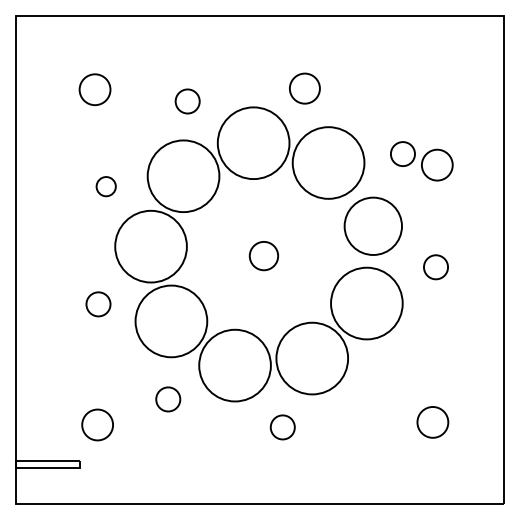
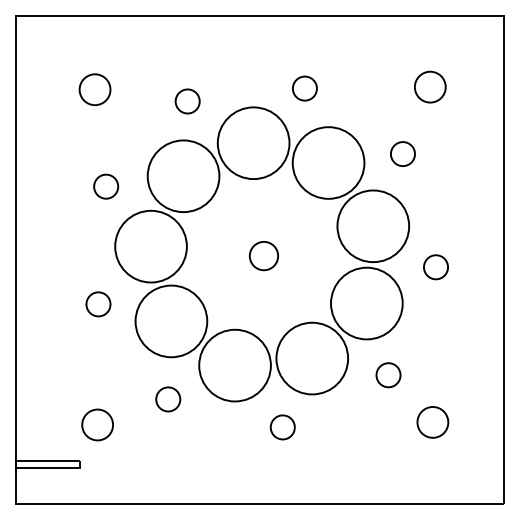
circle at (304, 88) size: 32x33 px -> 26x27 px
circle at (437, 164) position: (437, 164) -> (430, 86)
circle at (105, 186) size: 22x22 px -> 27x27 px
circle at (372, 225) diameter: 57 px -> 72 px
circle at (388, 375): none -> present
